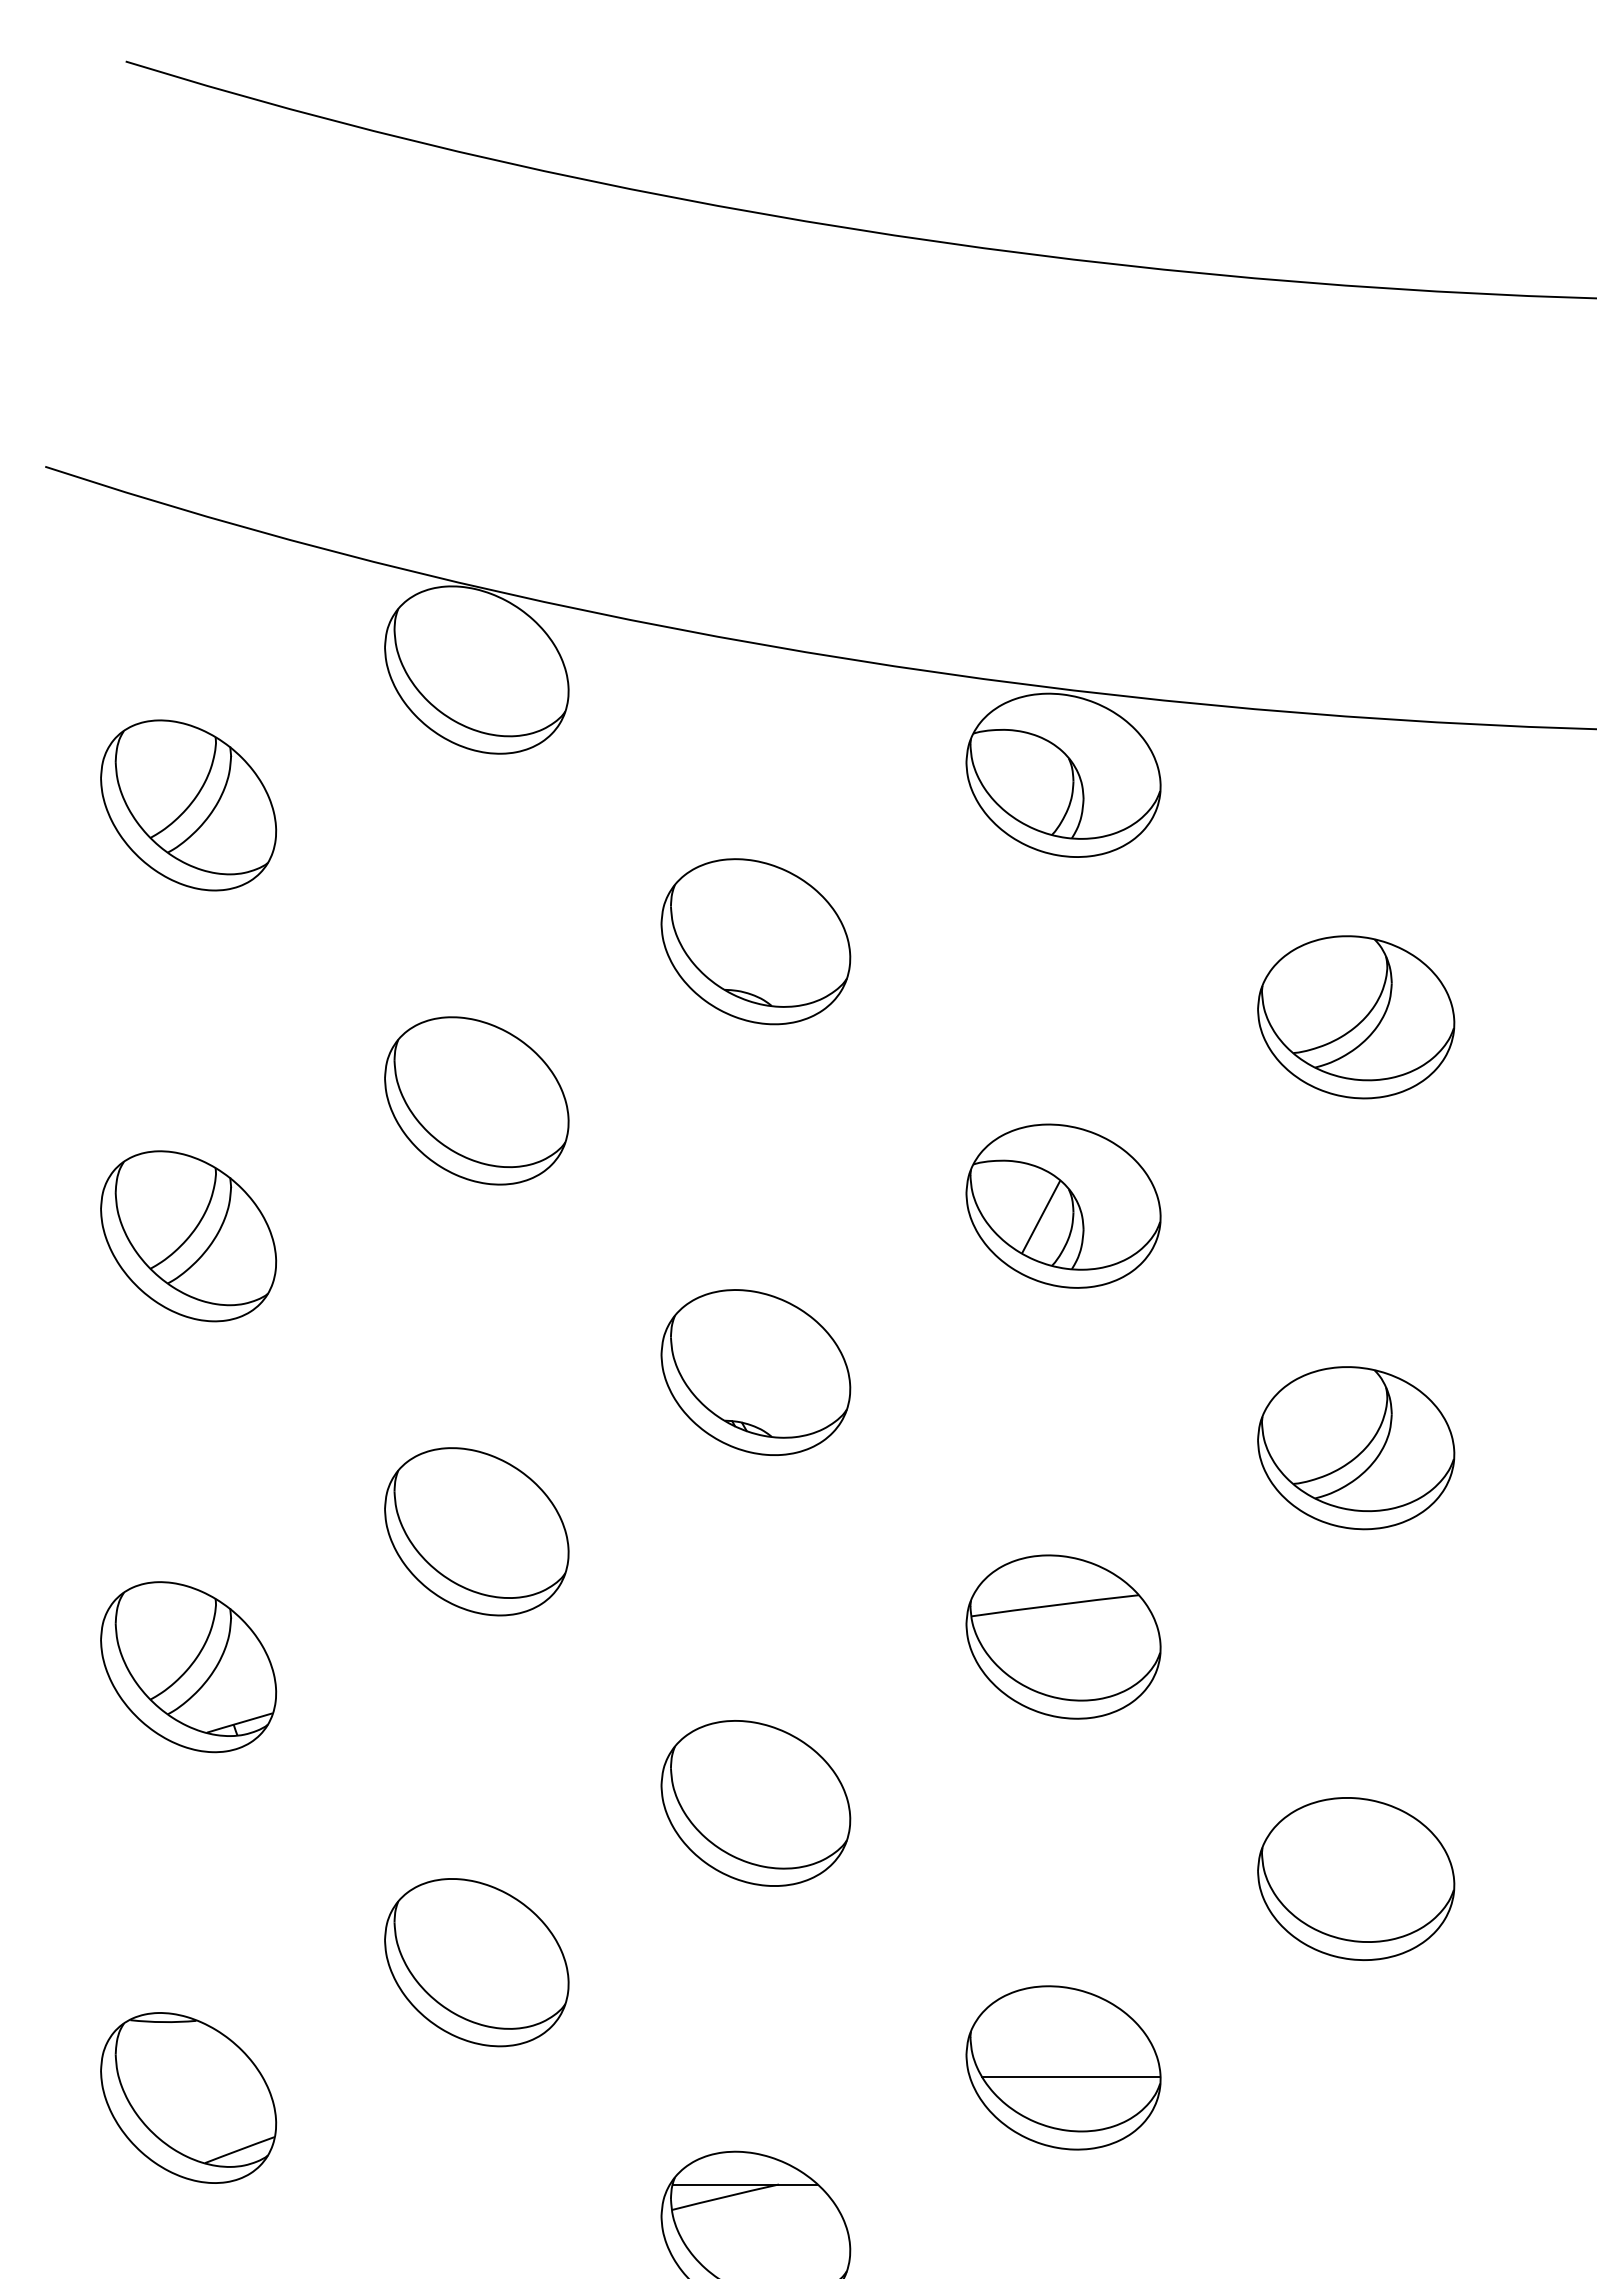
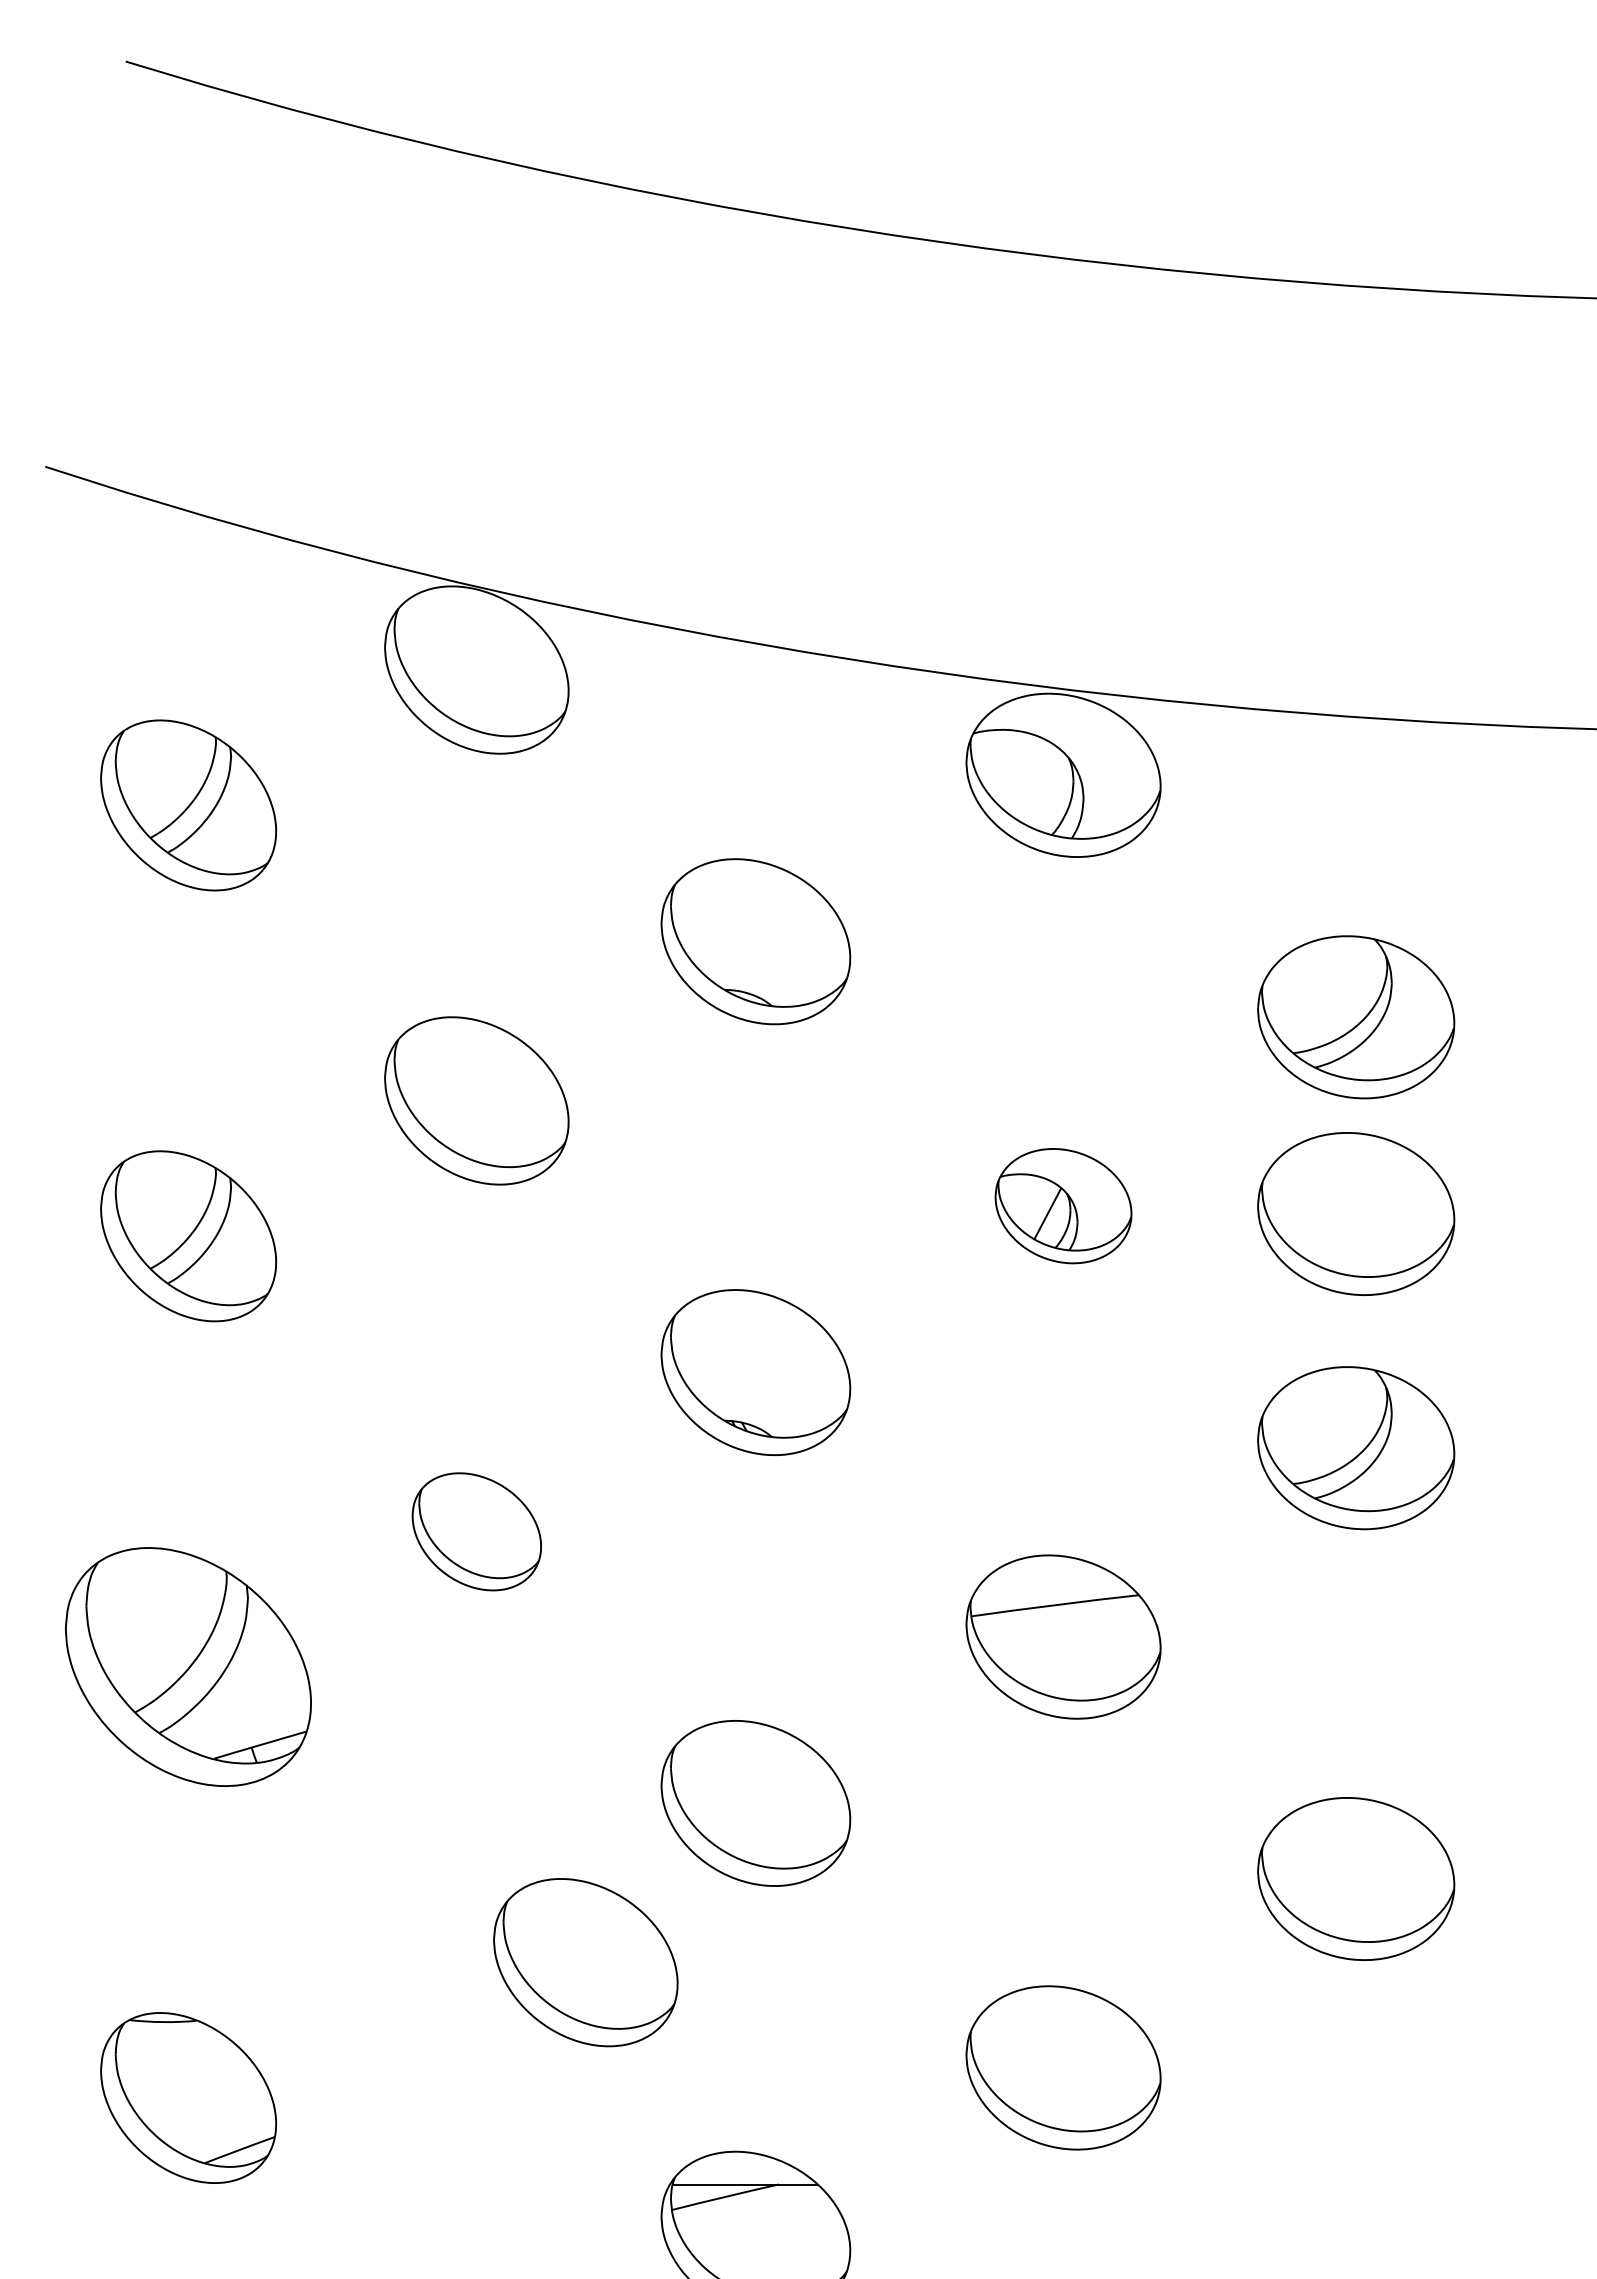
part at (1063, 1205) size: 197x166 px -> 139x117 px
part at (1356, 1213): none -> present
part at (476, 1531) size: 186x170 px -> 131x120 px
part at (188, 1667) size: 178x173 px -> 247x240 px
part at (476, 1962) position: (476, 1962) -> (585, 1962)
line at (1071, 2076): present -> none
